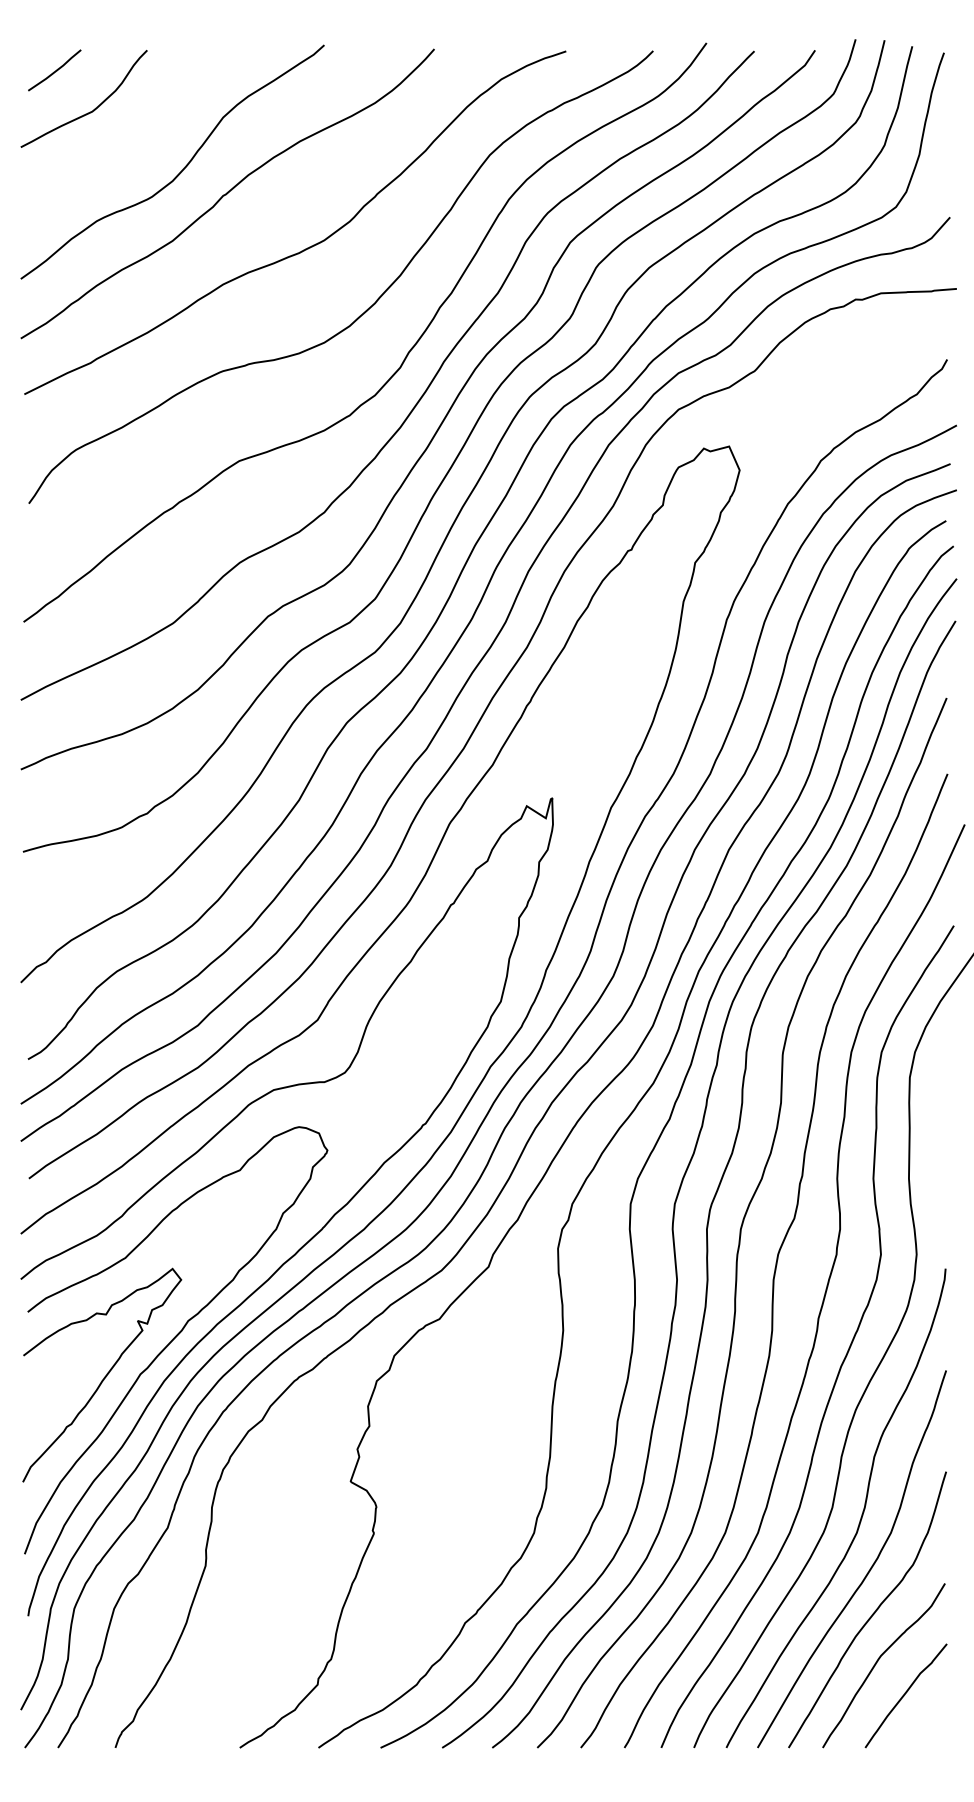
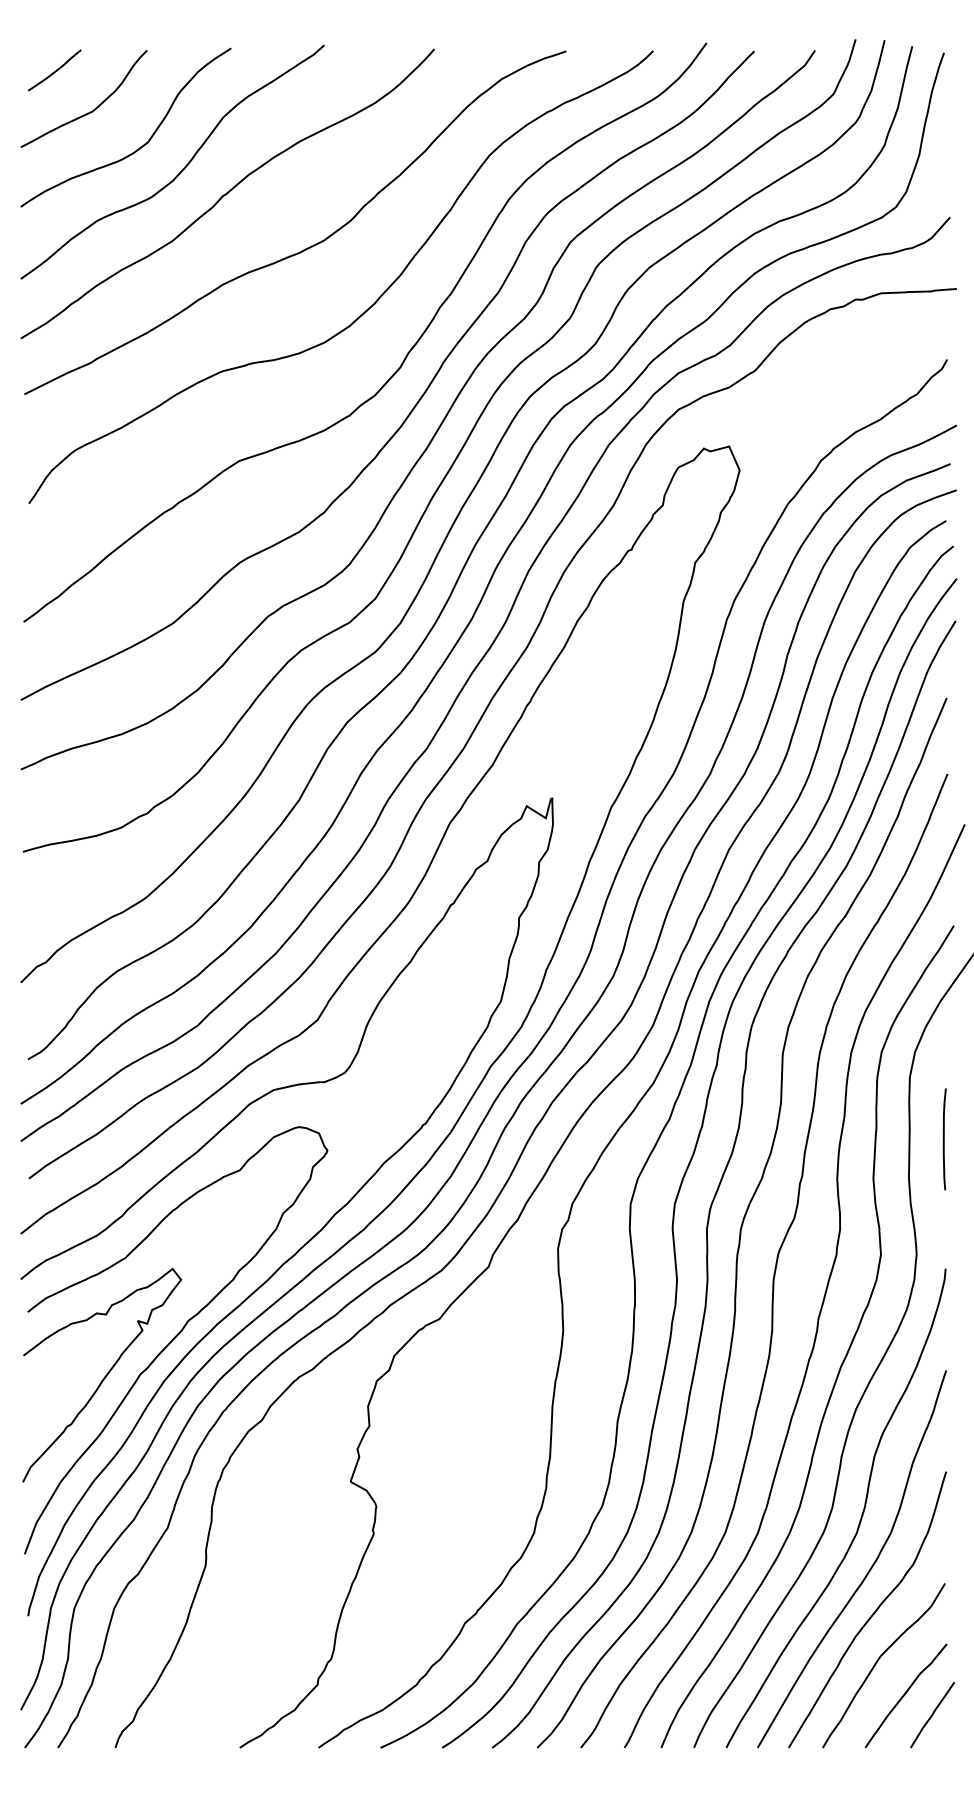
curve at (140, 146): none -> present
curve at (944, 1139): none -> present
curve at (932, 1715): none -> present
